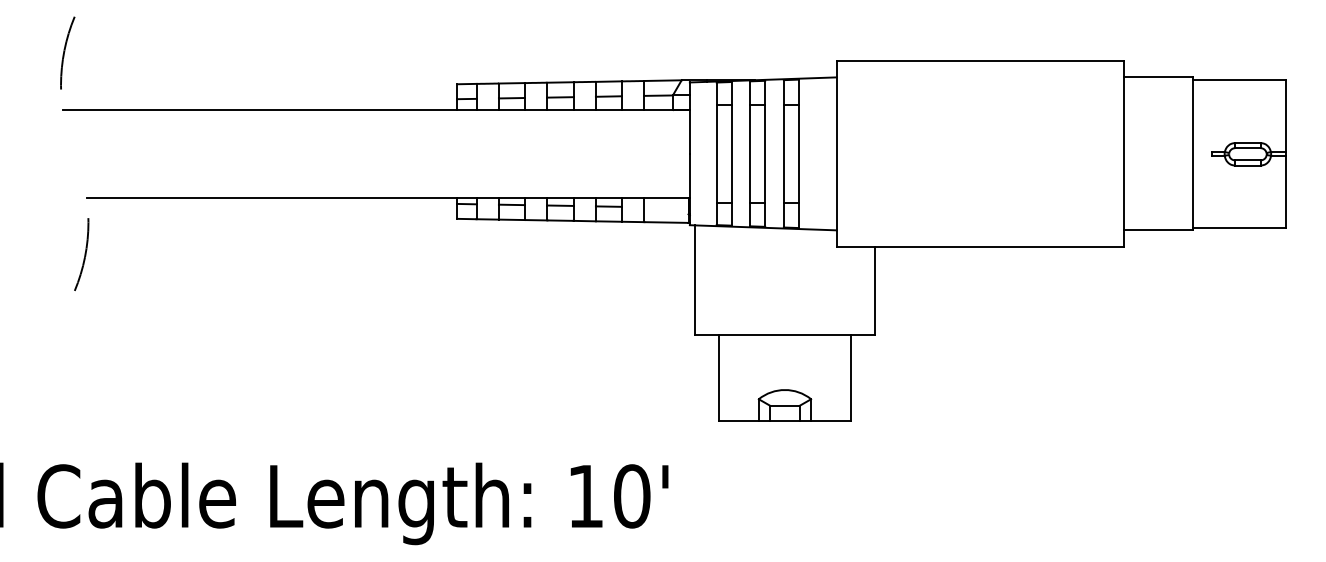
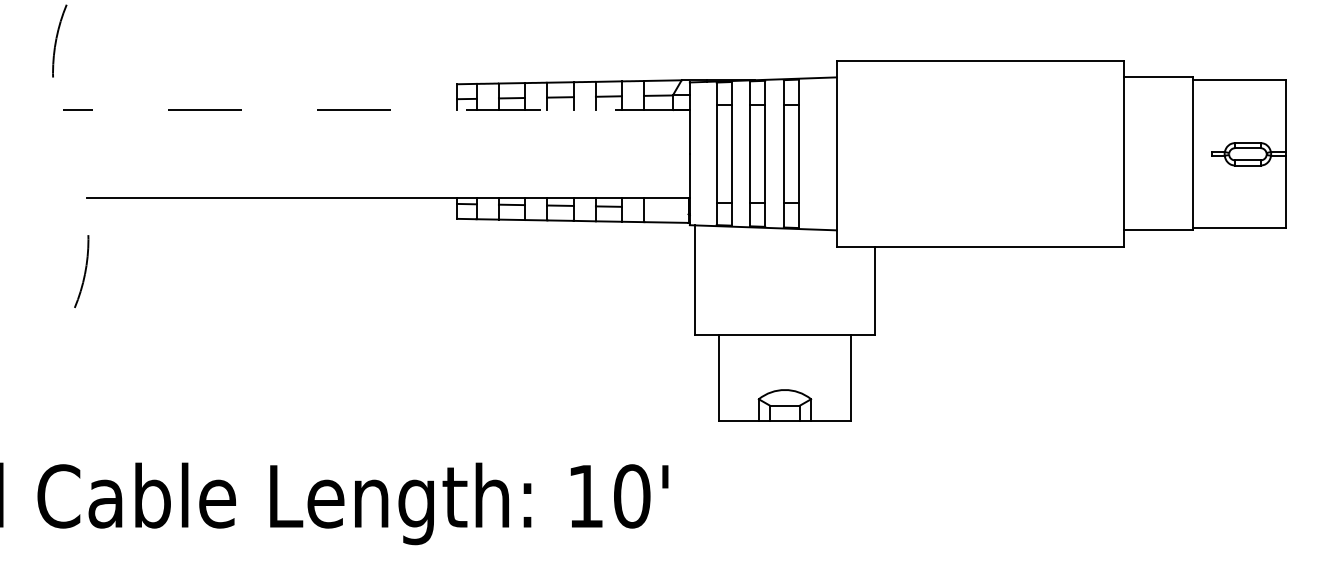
arc at (65, 51) position: (65, 51) -> (57, 39)
line at (376, 110): solid -> dashed
arc at (84, 254) position: (84, 254) -> (84, 271)
